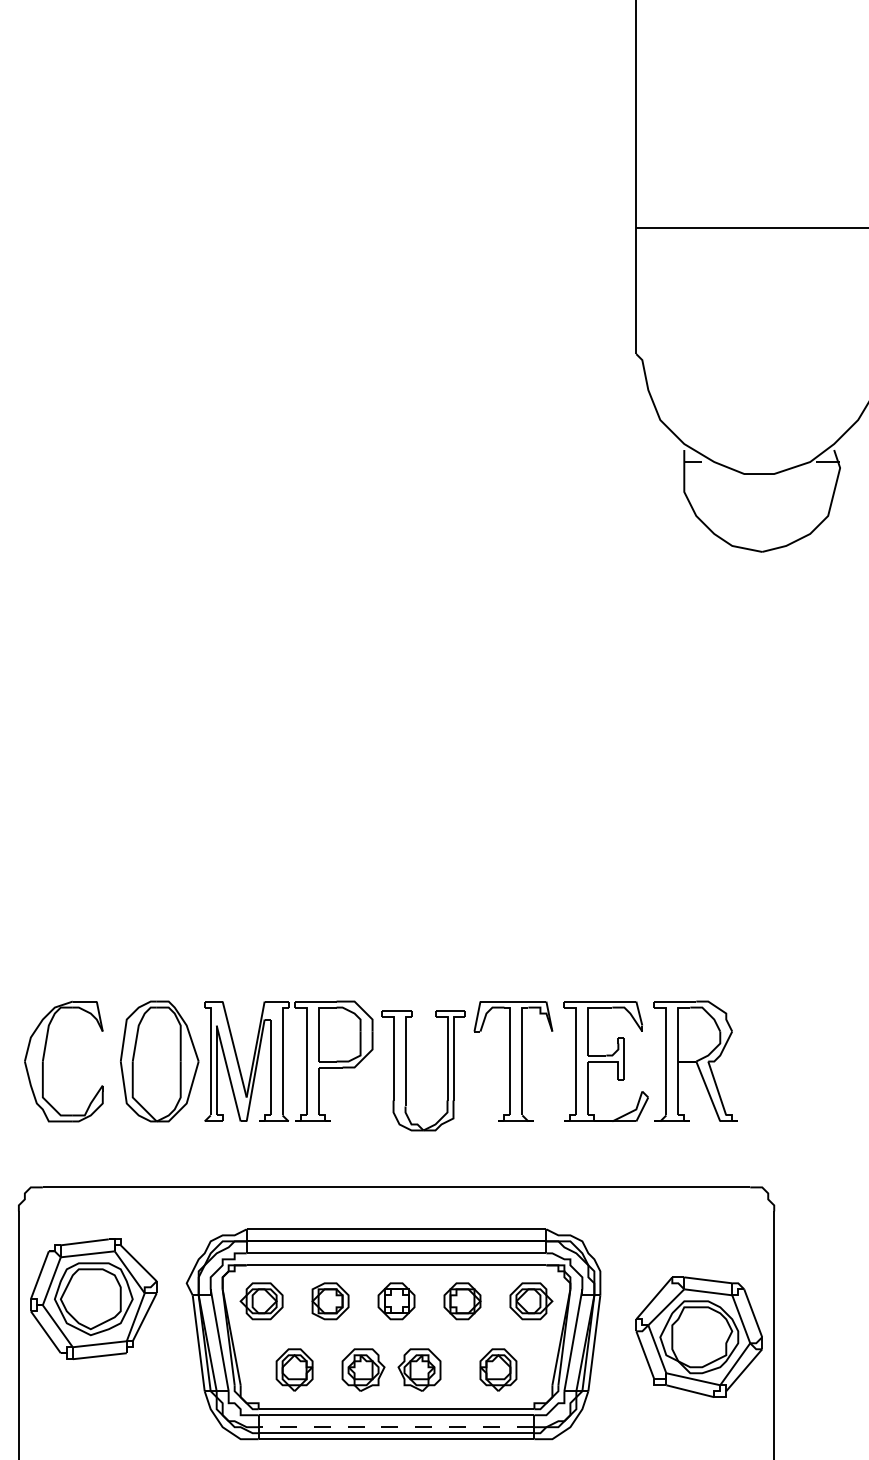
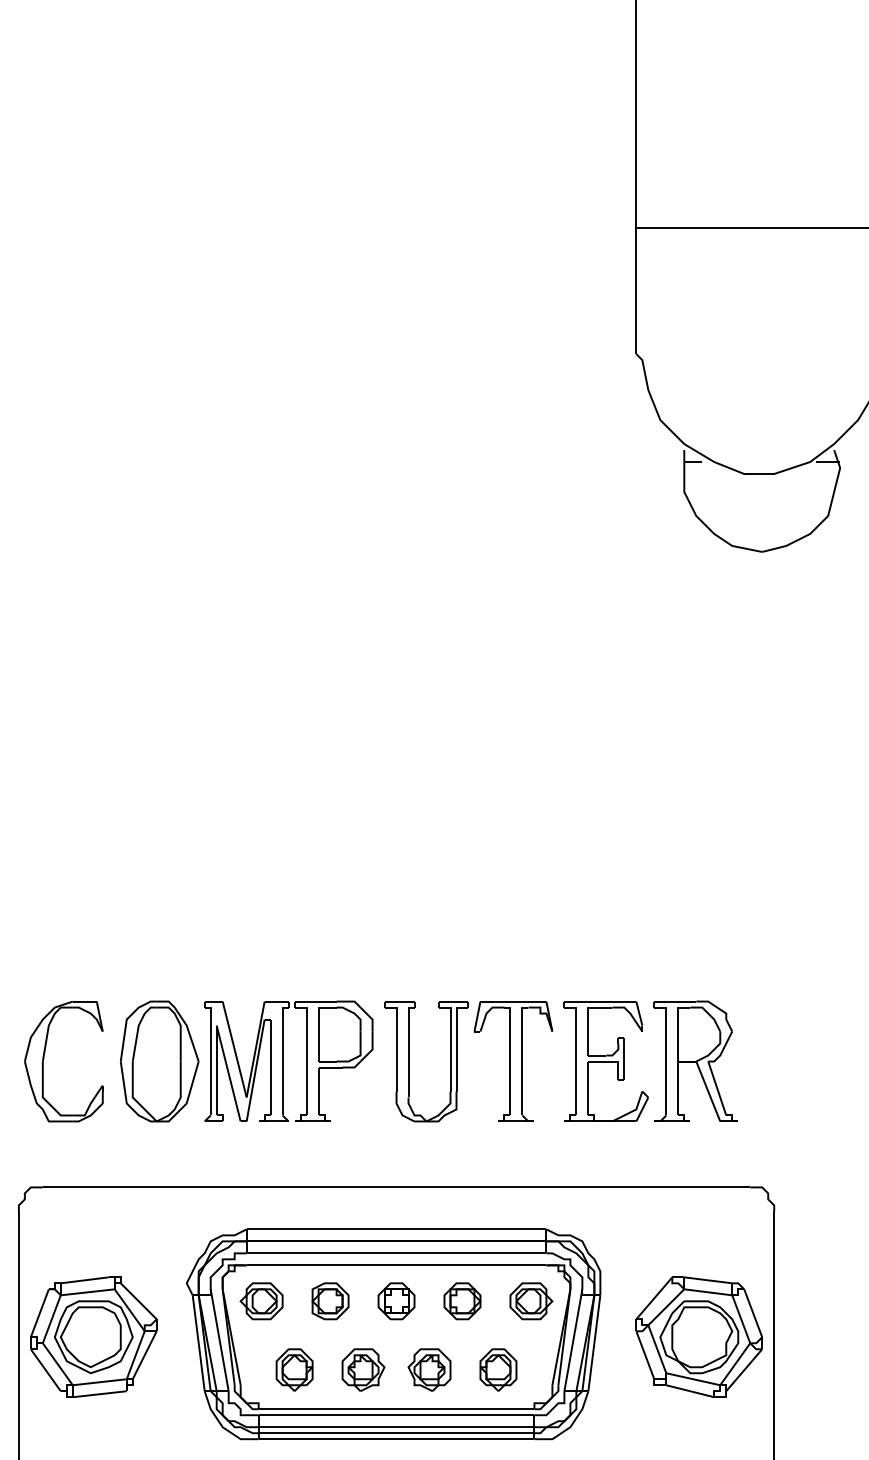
part at (406, 1070) position: (406, 1070) -> (409, 1061)
part at (93, 1298) position: (93, 1298) -> (93, 1336)
part at (419, 1369) position: (419, 1369) -> (429, 1369)
line at (396, 1427): dashed -> solid
